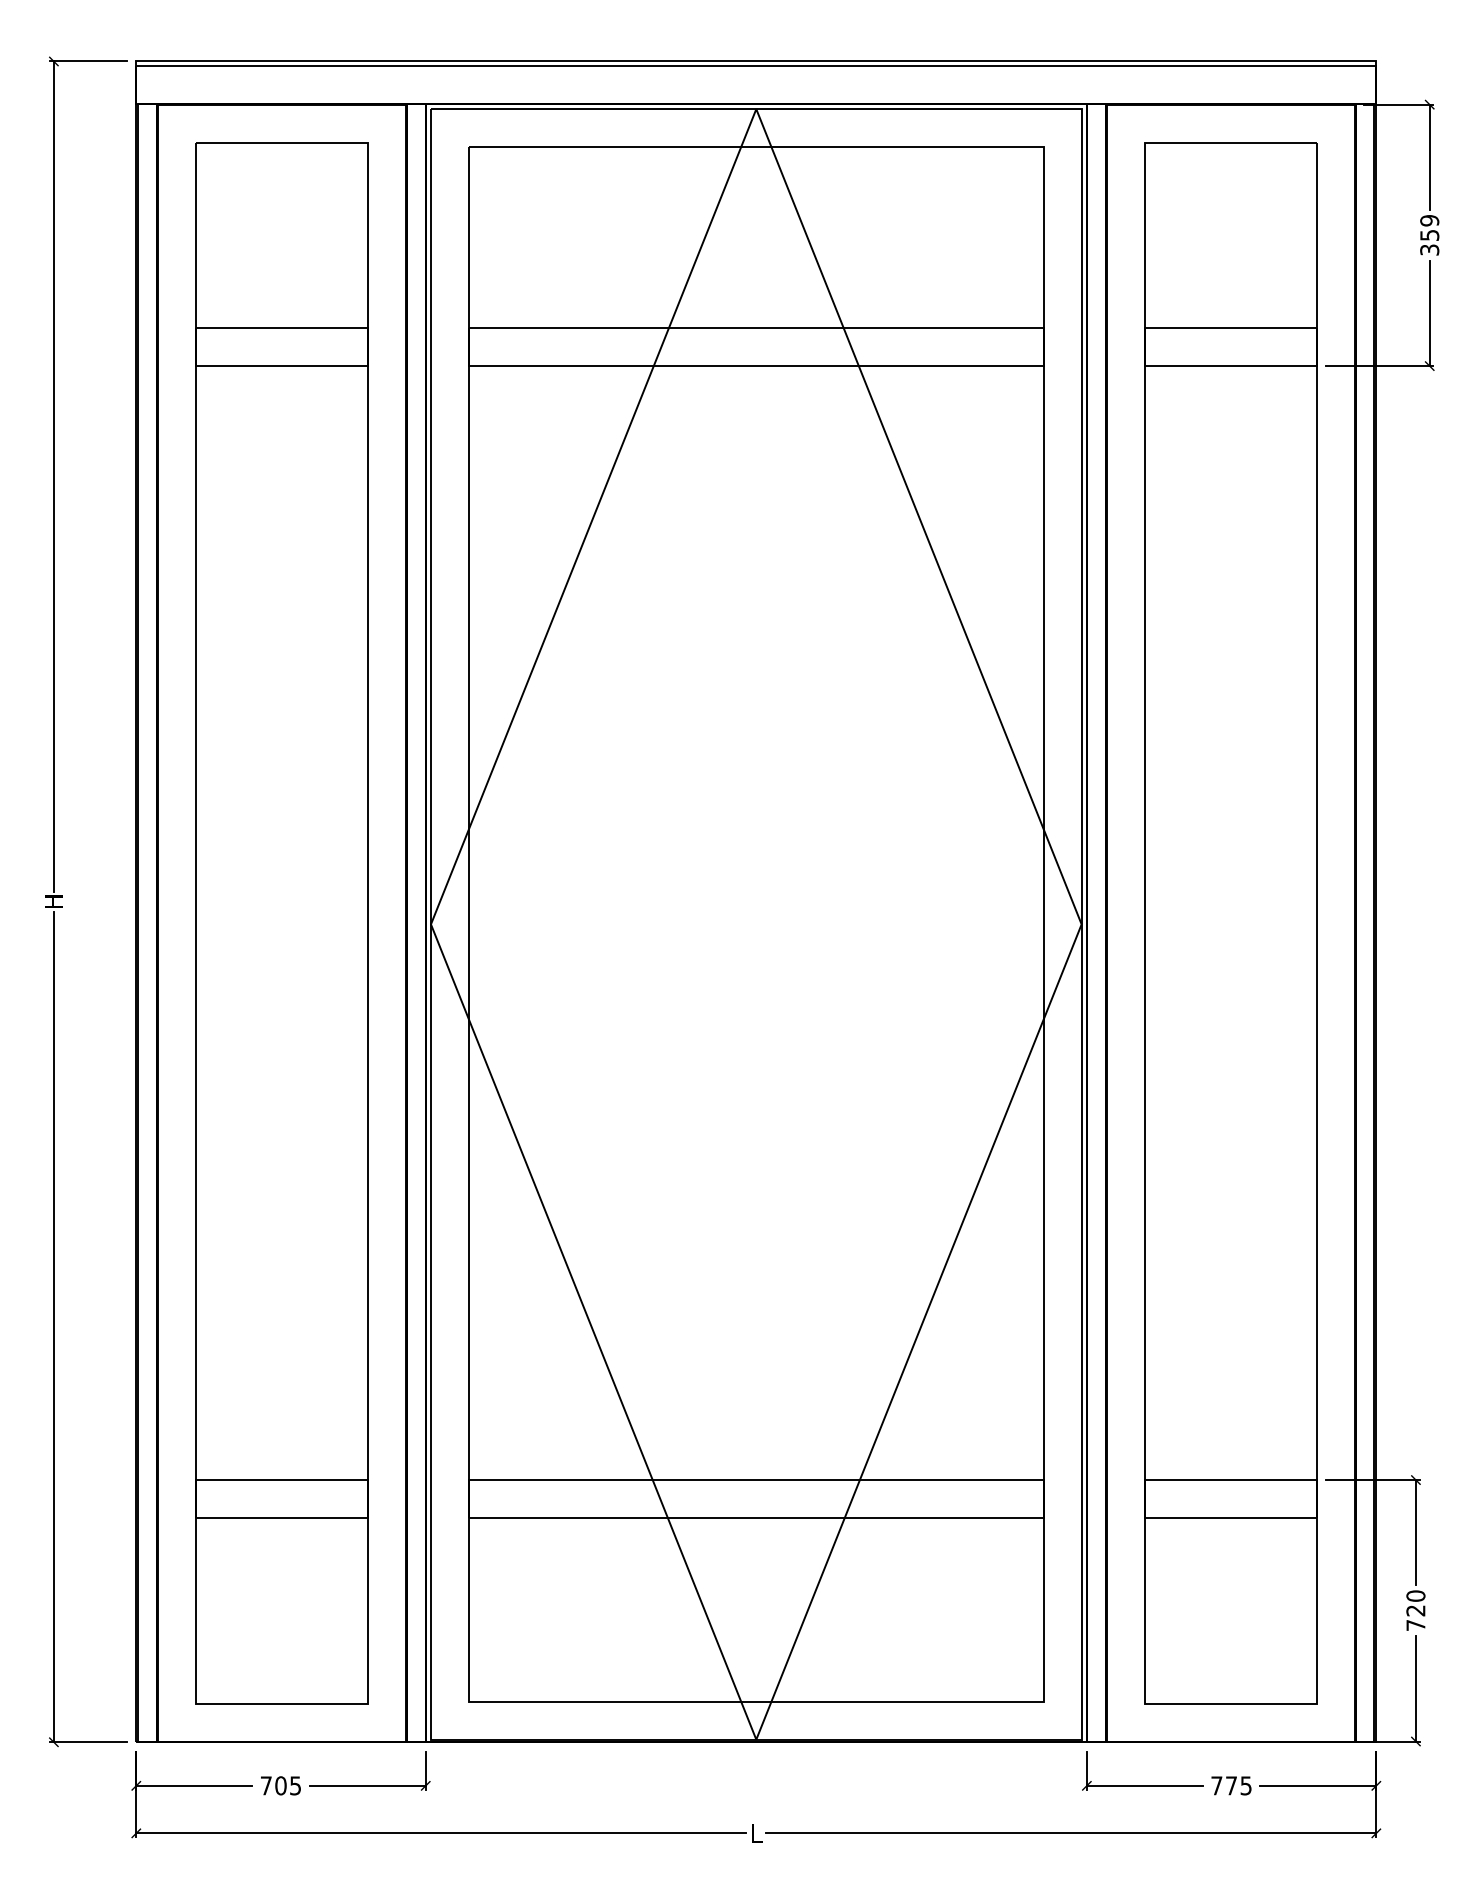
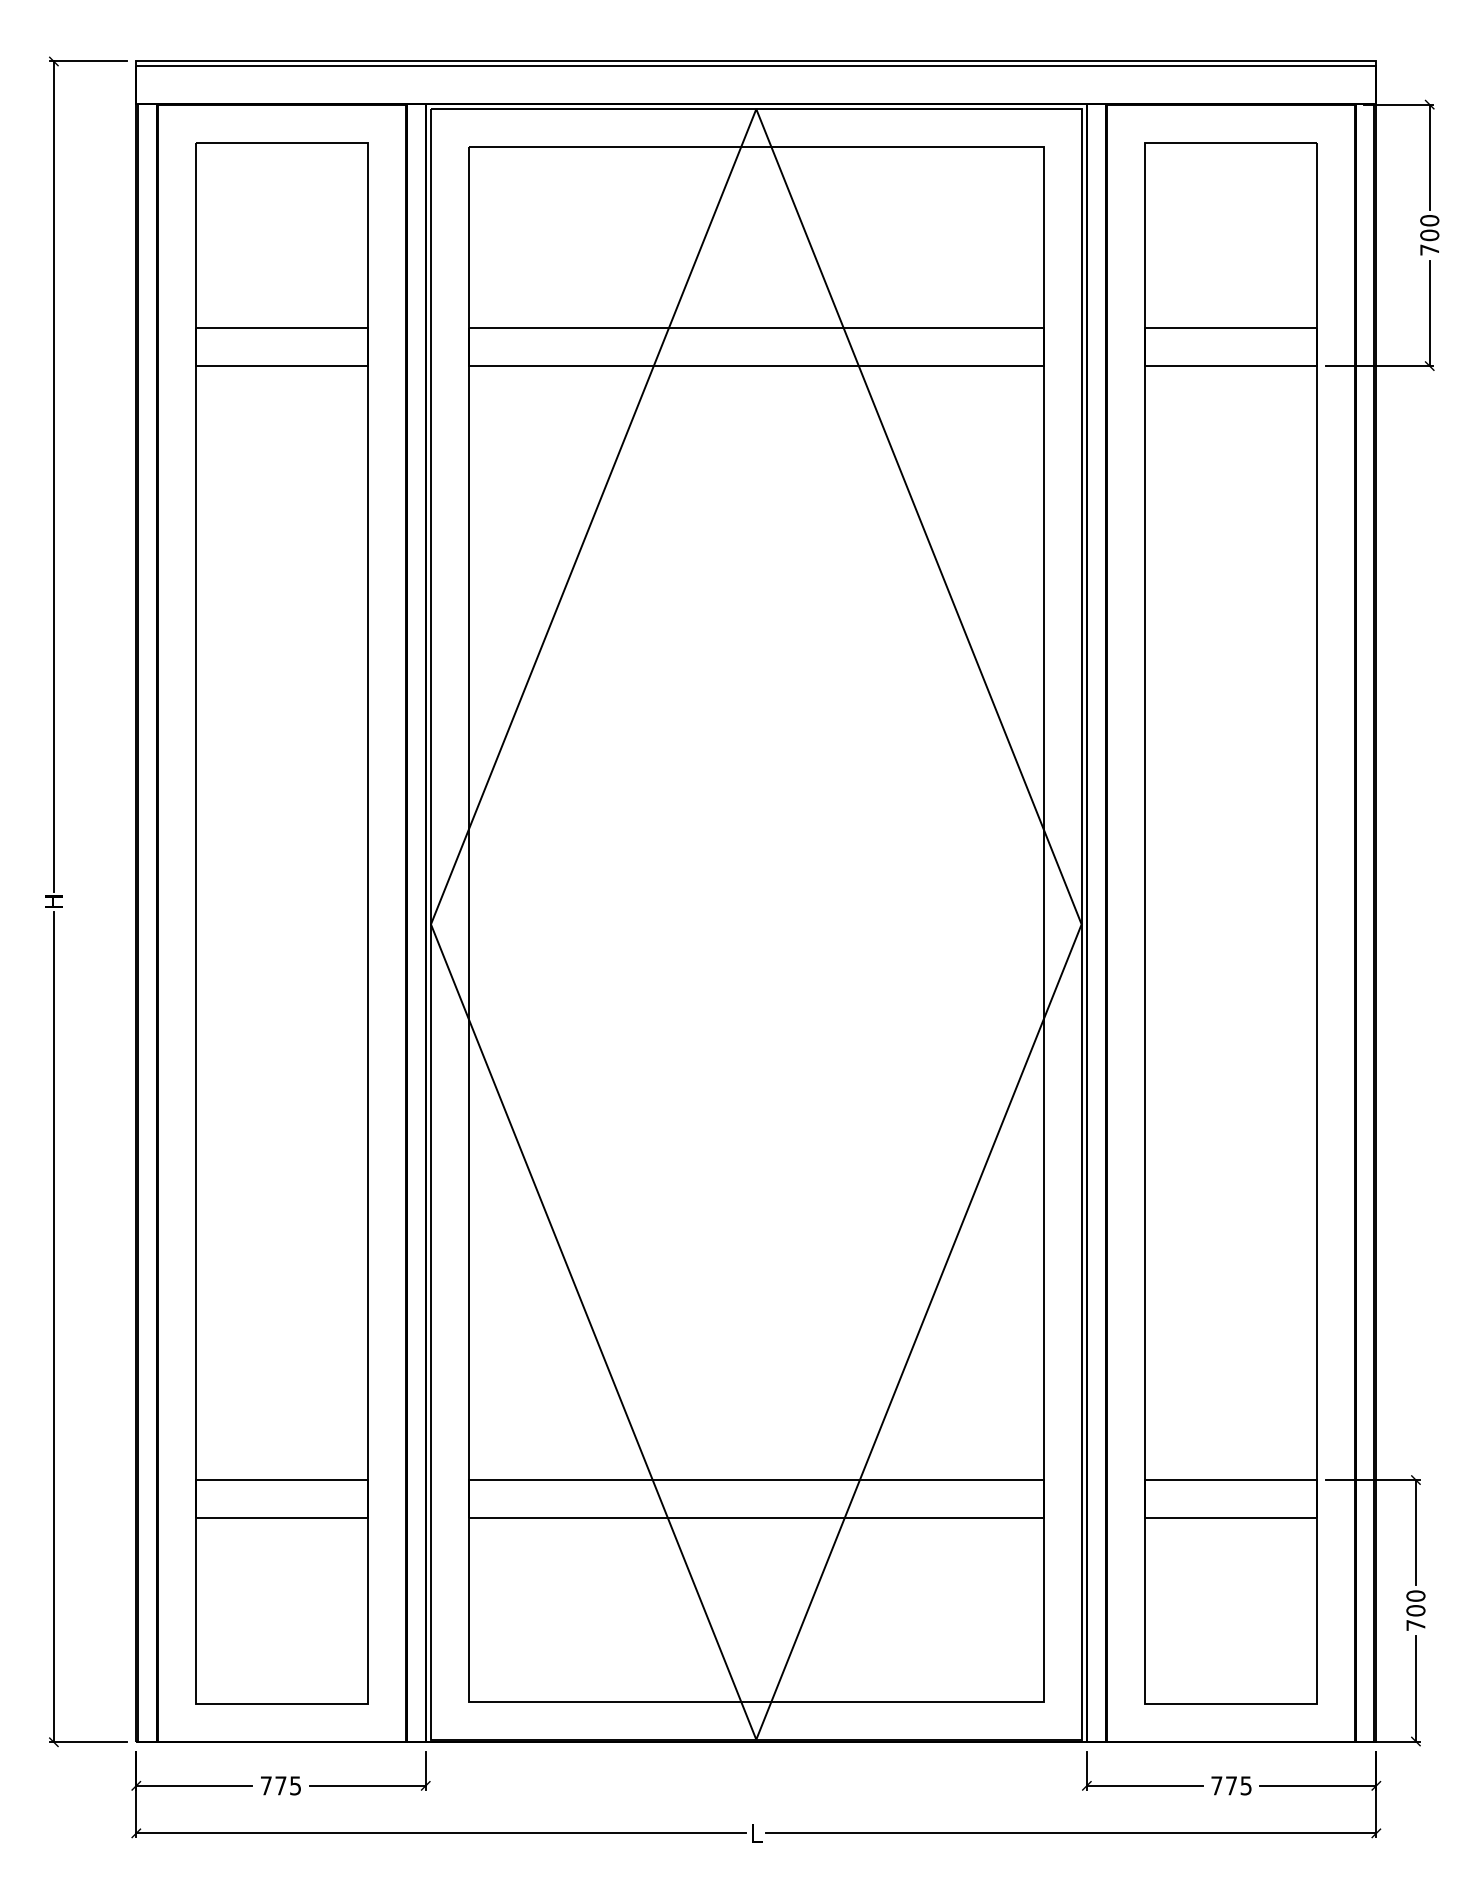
text at (1429, 235): 359 -> 700
text at (1415, 1610): 720 -> 700
text at (280, 1785): 705 -> 775
